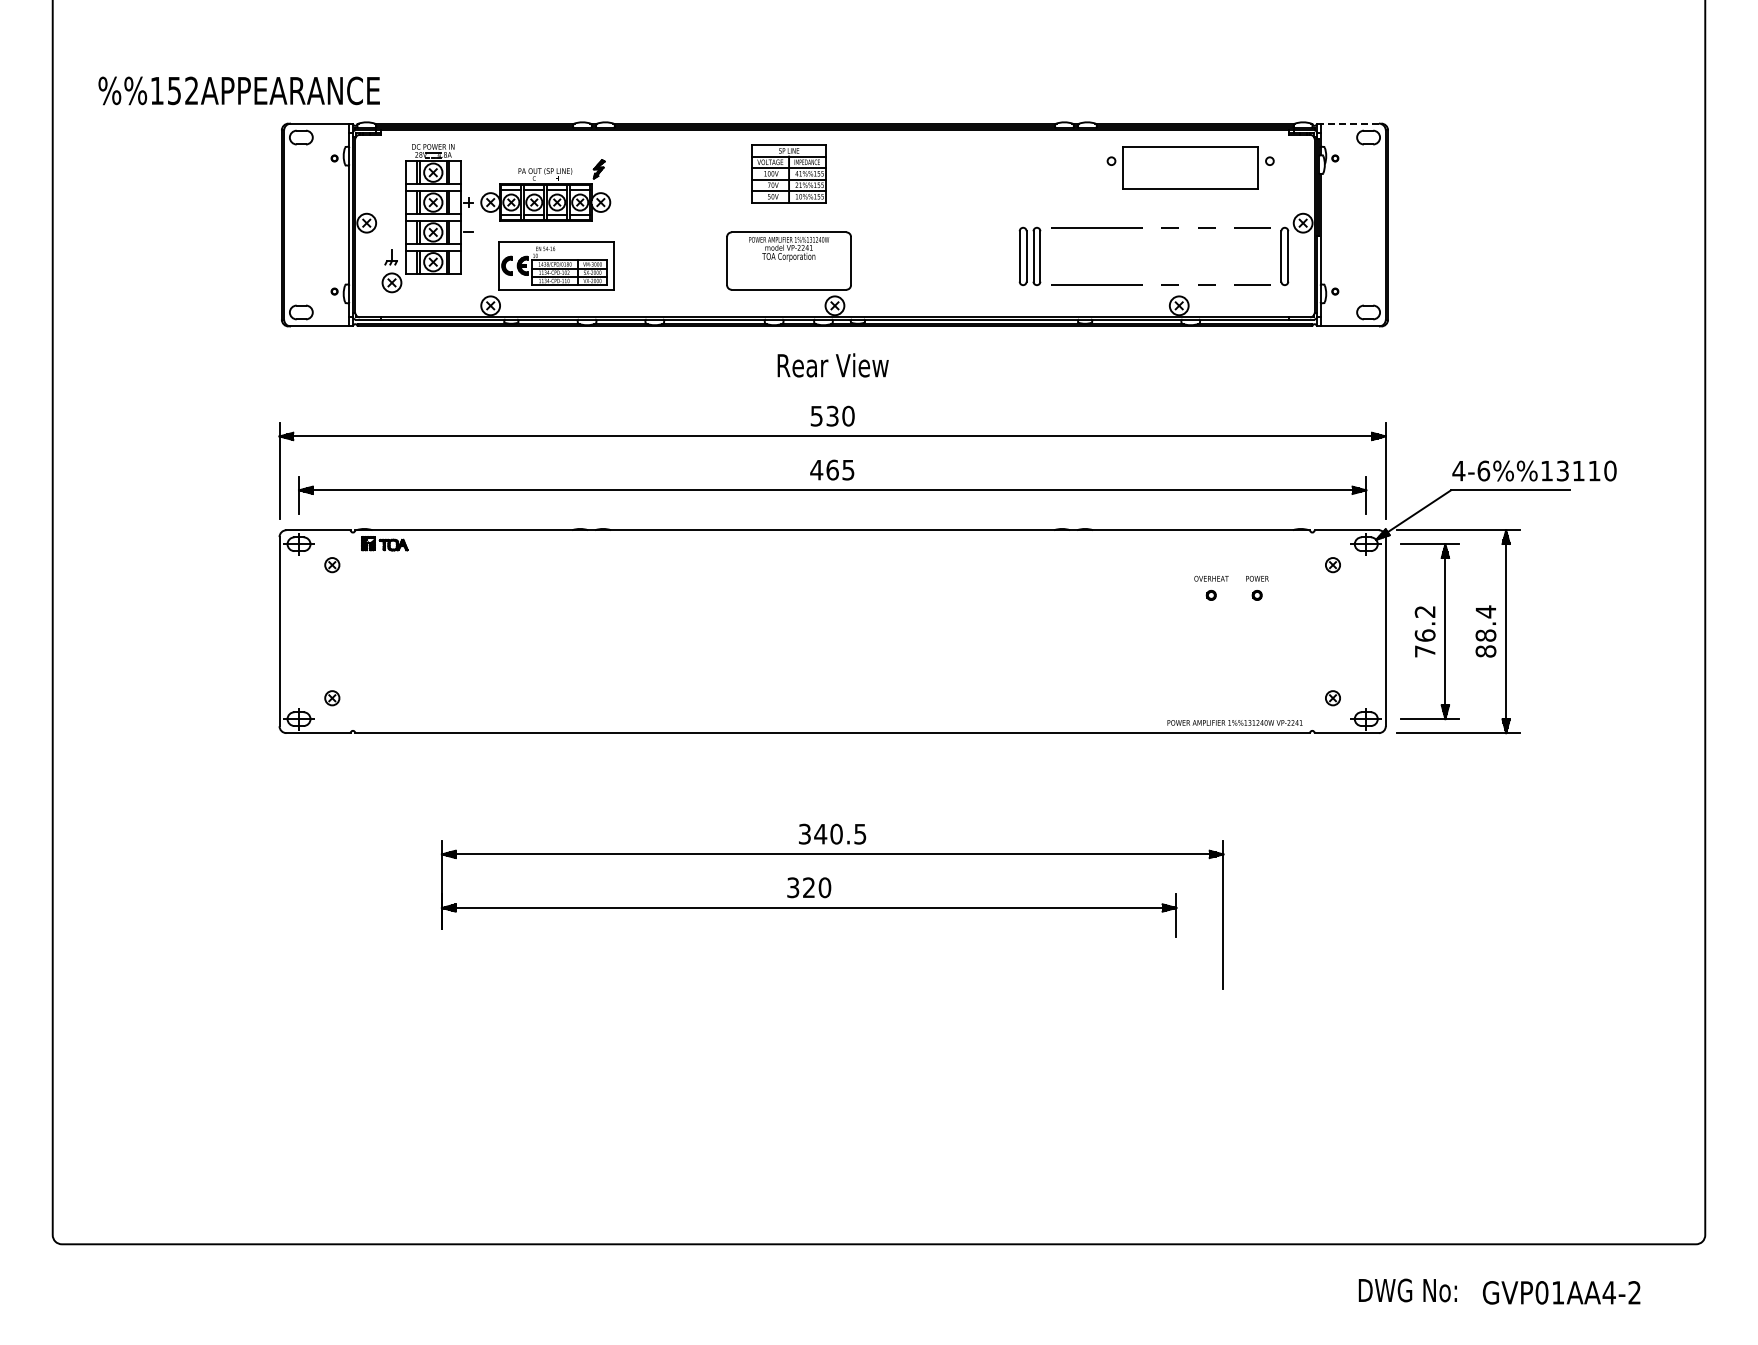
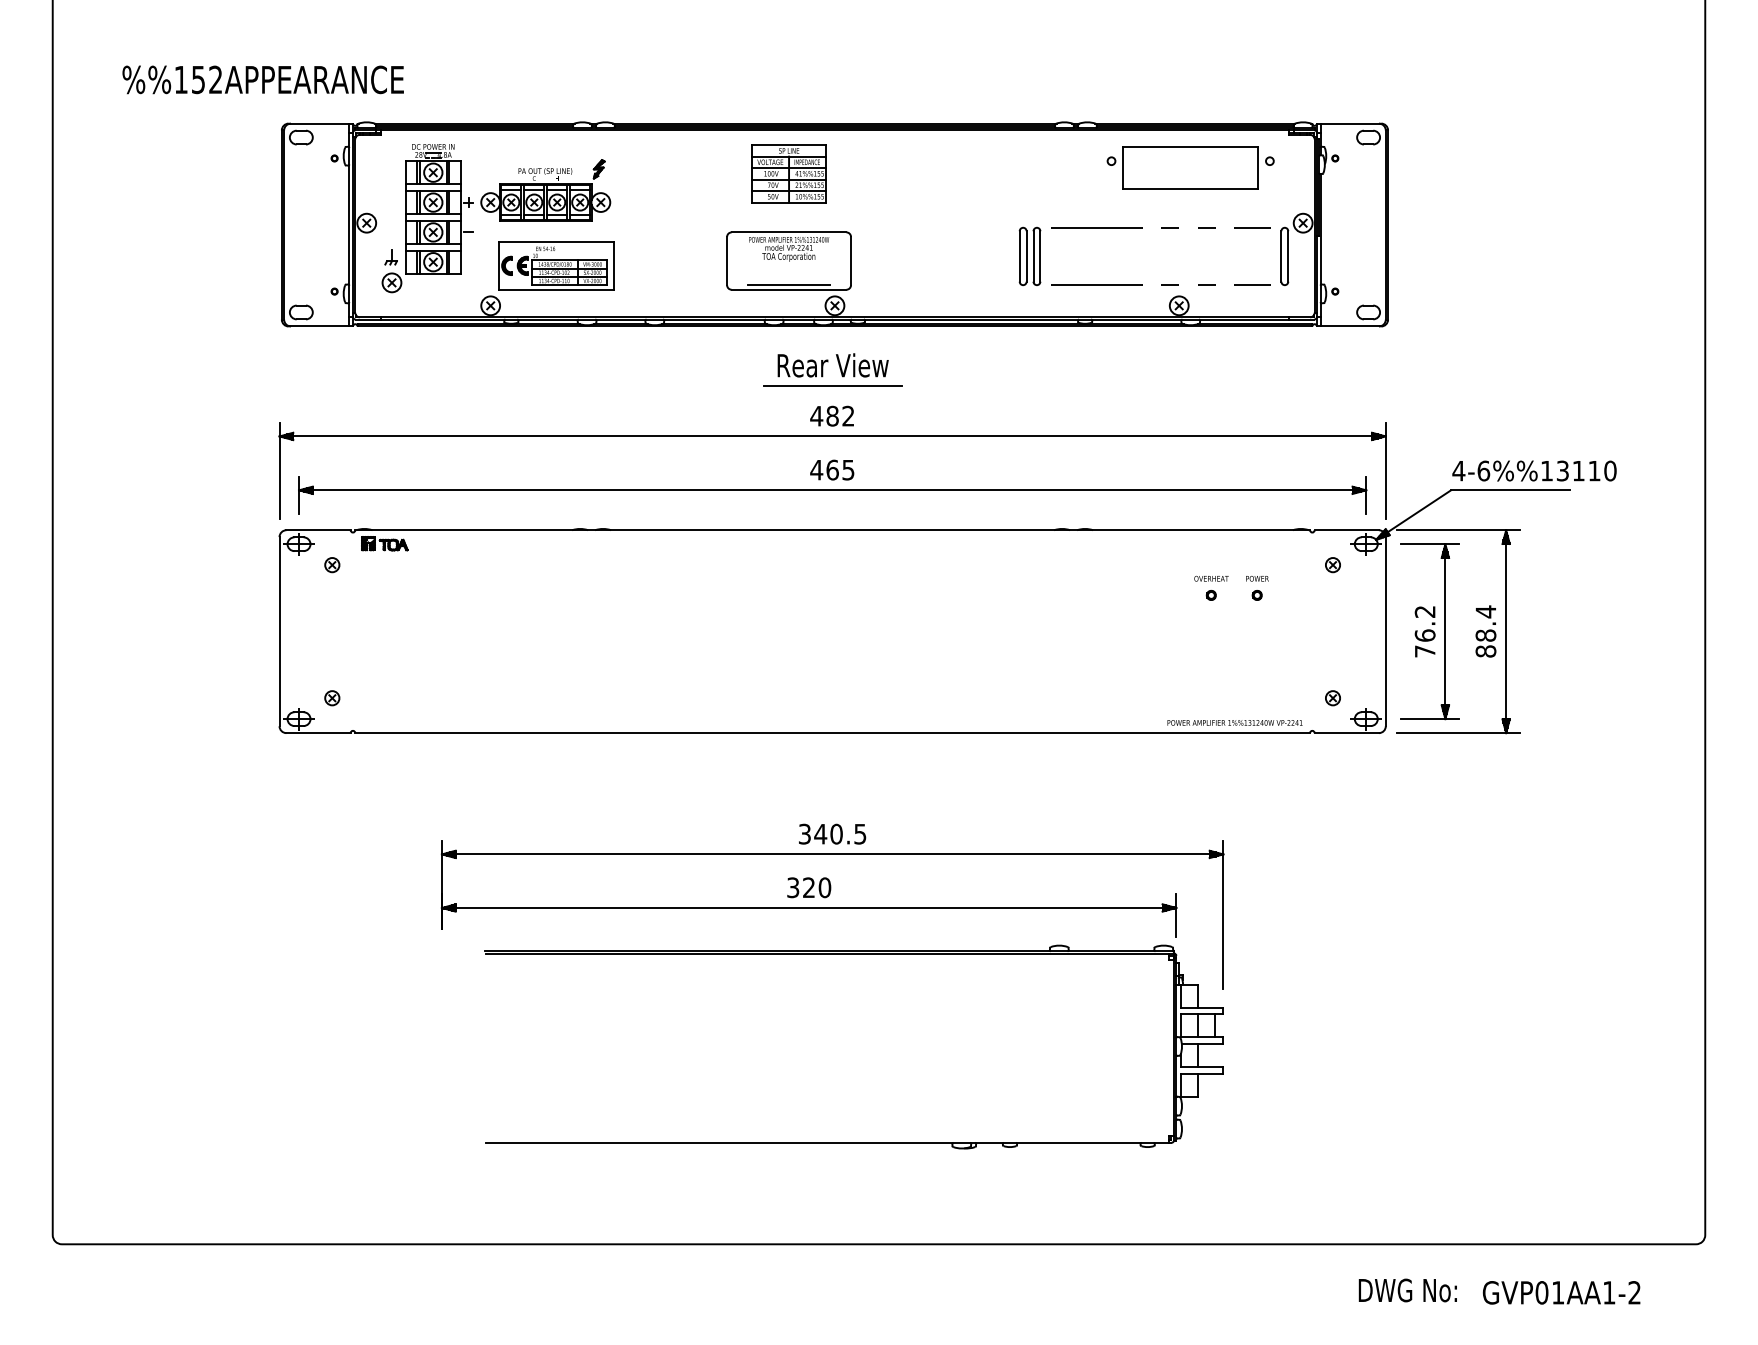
text at (238, 90) position: (238, 90) -> (262, 79)
line at (1349, 123): dashed -> solid
line at (788, 285): none -> present
line at (832, 386): none -> present
text at (832, 415): 530 -> 482
part at (853, 954): none -> present
text at (1608, 1292): GVP01AA4-2 -> GVP01AA1-2
